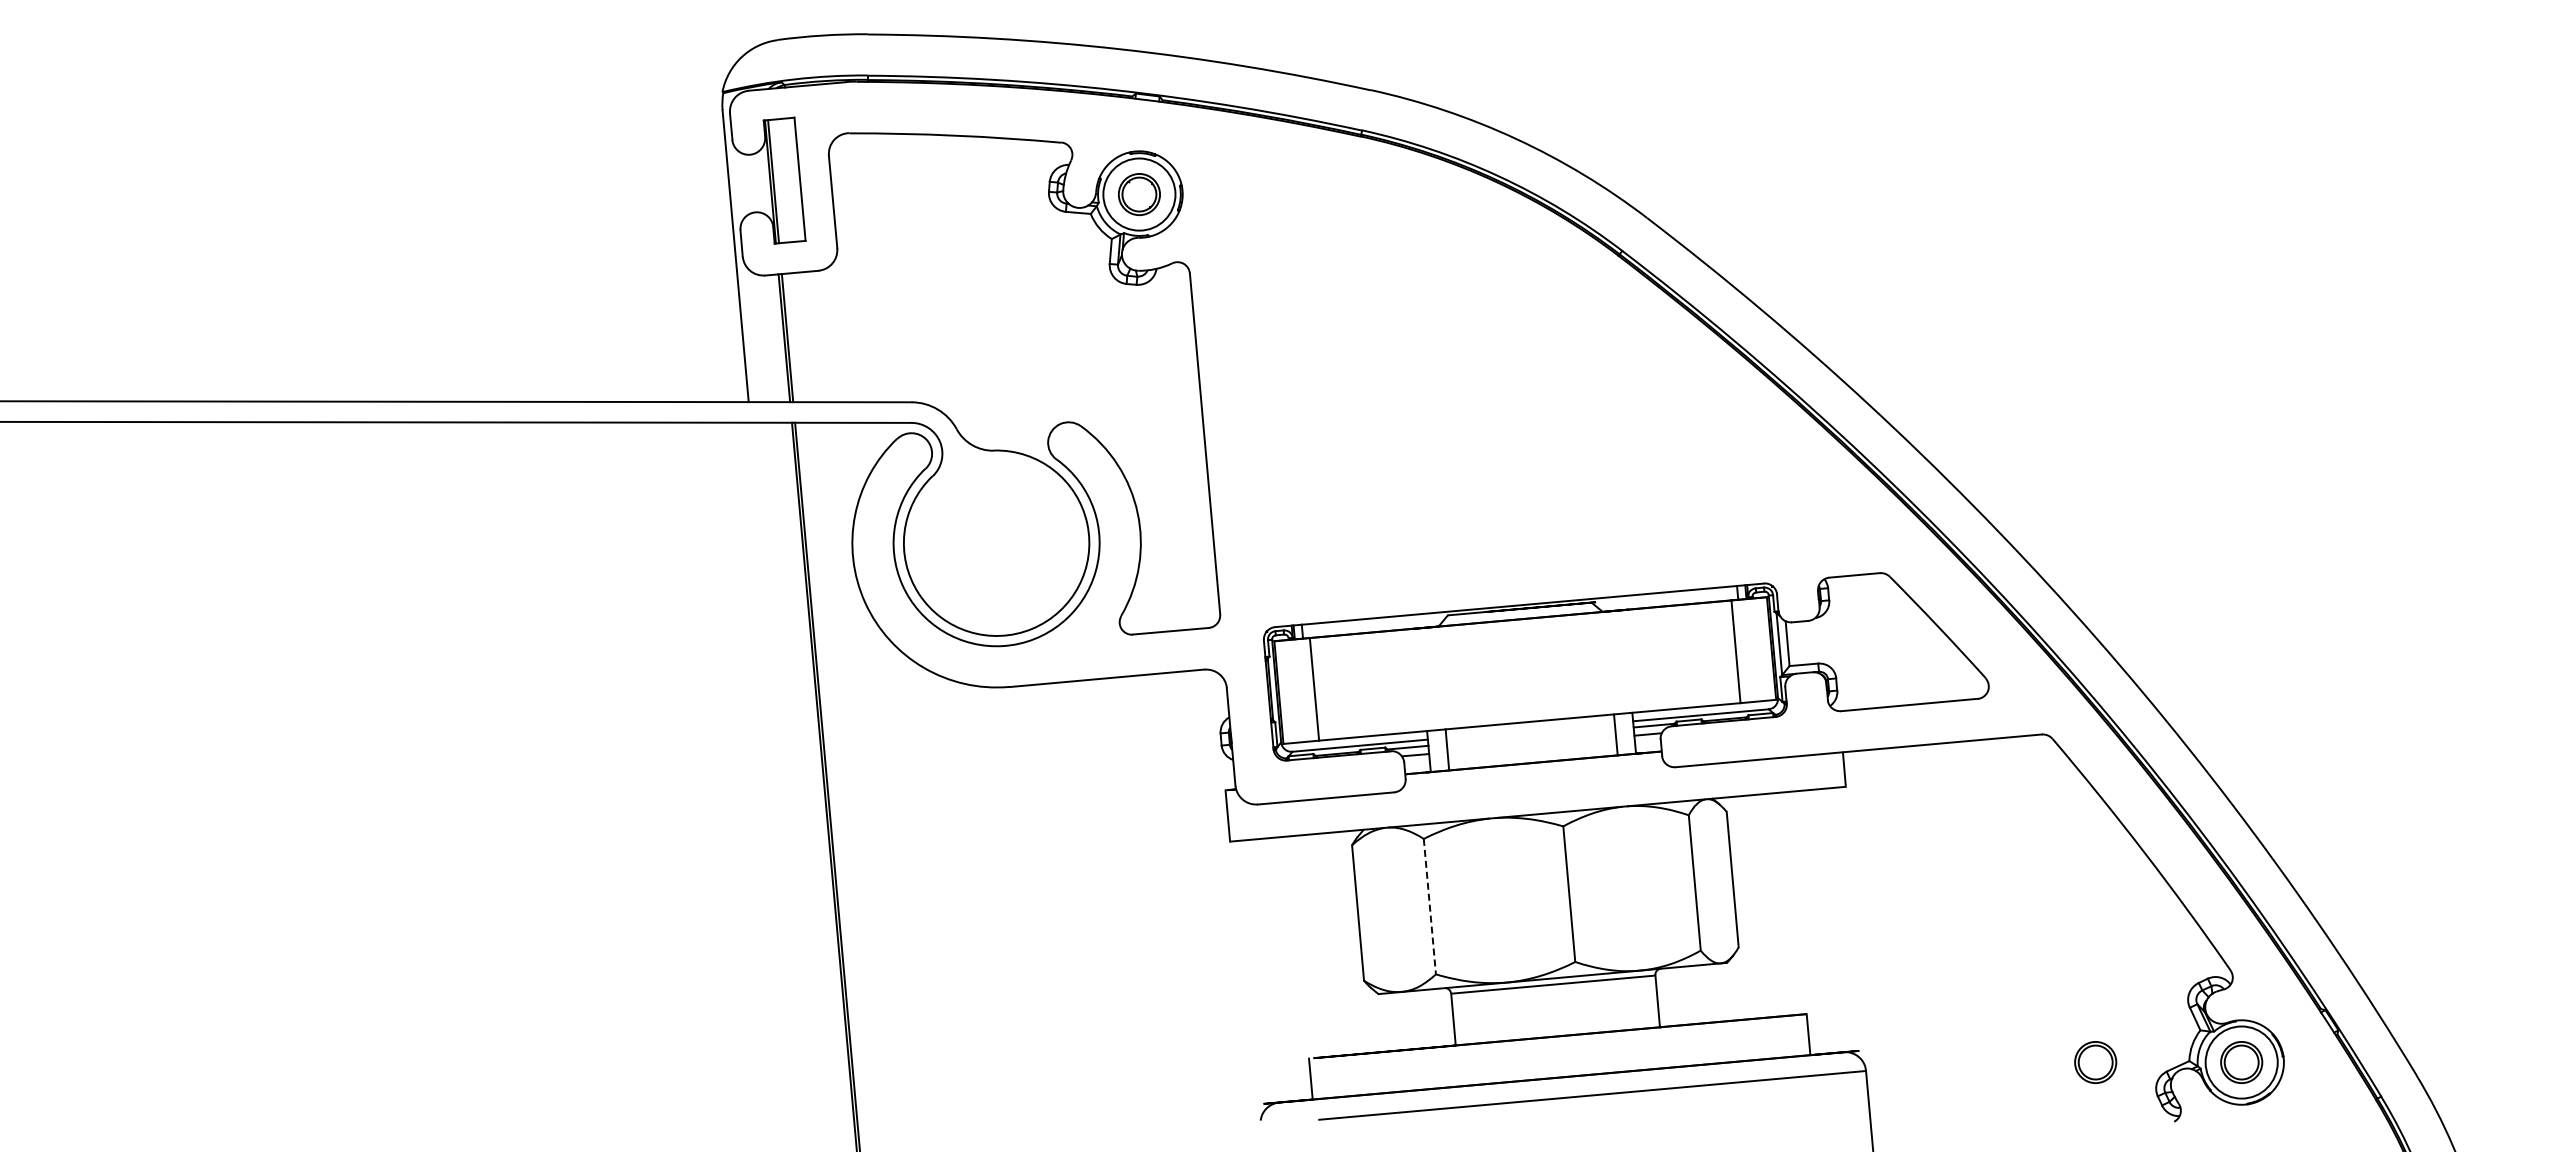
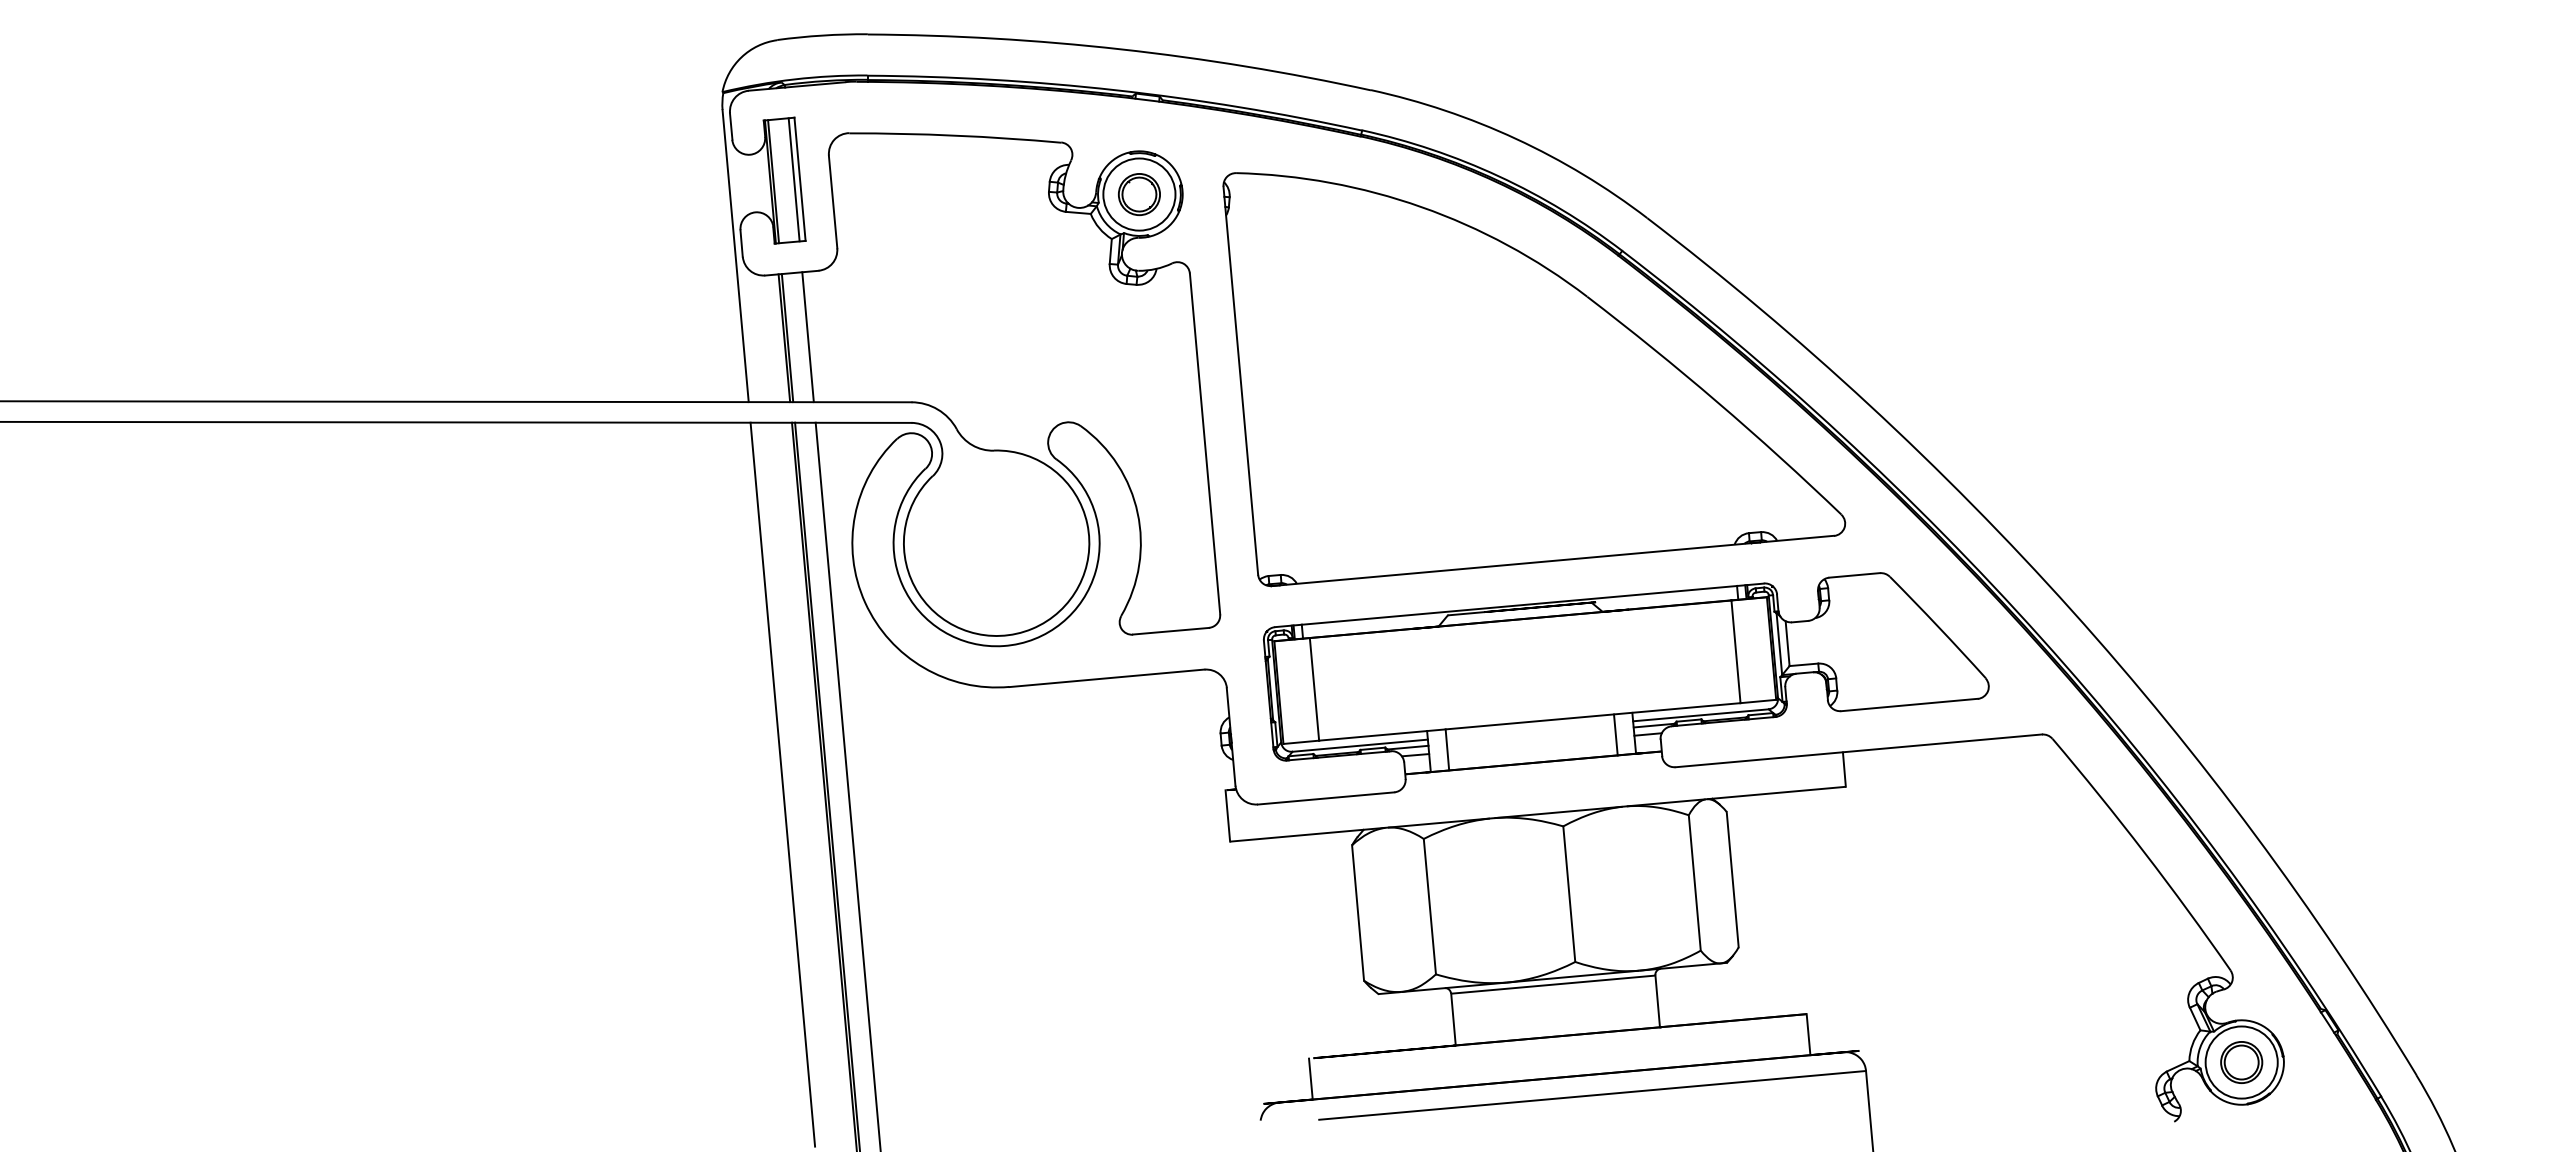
line at (793, 179): none -> present
line at (807, 337): none -> present
part at (1534, 379): none -> present
line at (782, 784): none -> present
line at (847, 785): none -> present
line at (1429, 906): dashed -> solid
part at (2095, 1062): present -> none
